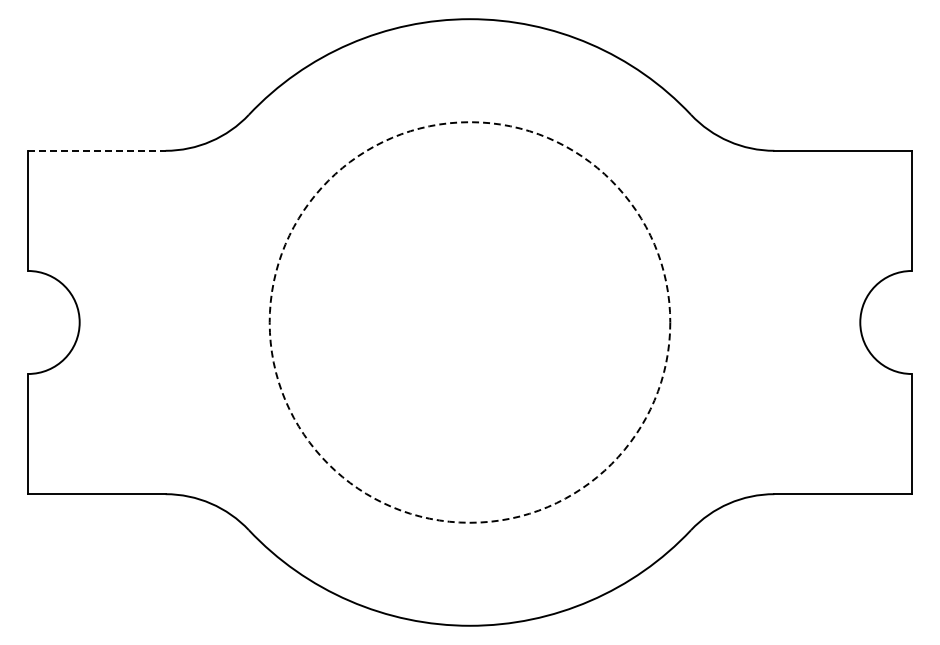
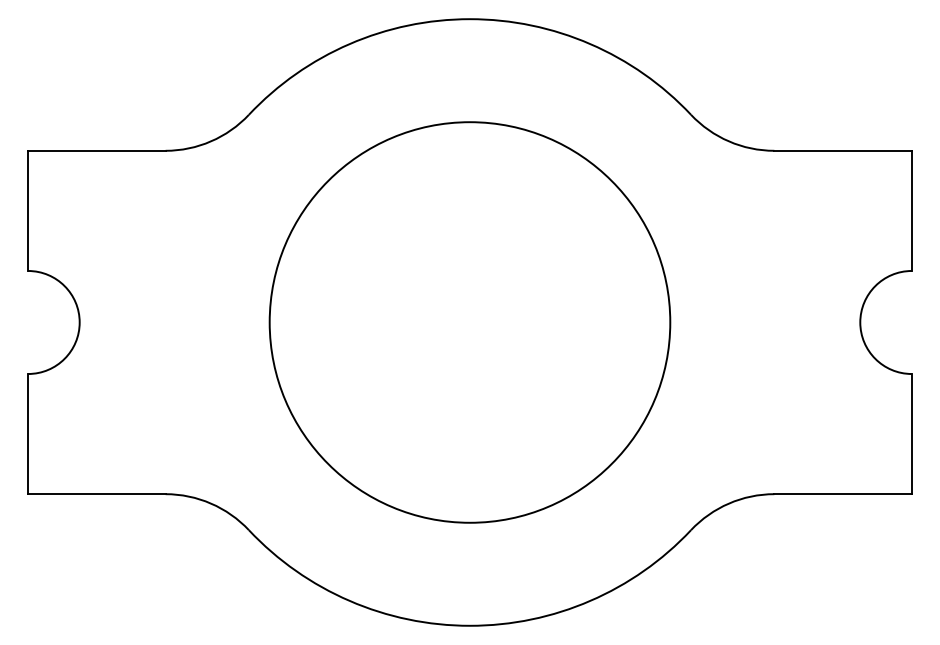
line at (96, 150): dashed -> solid
circle at (469, 322): dashed -> solid
